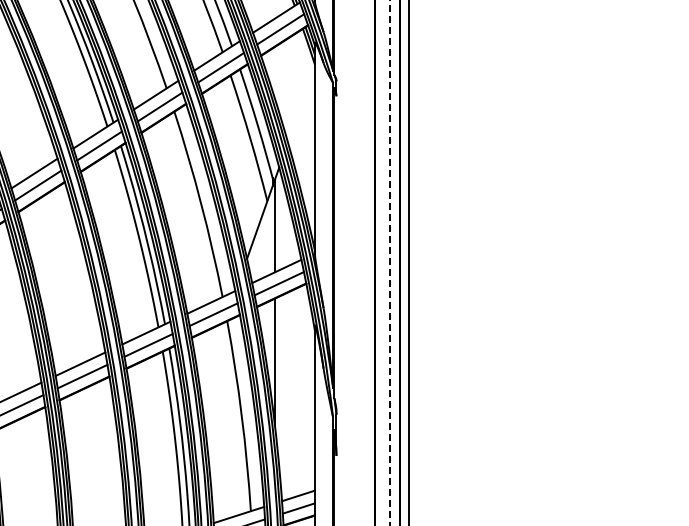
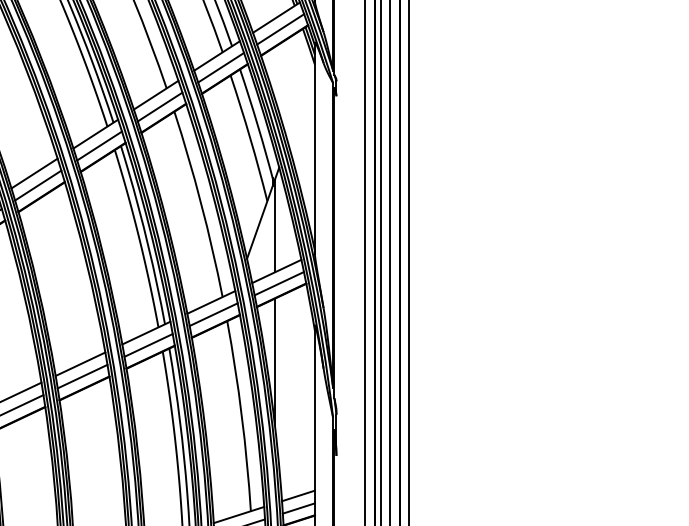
line at (364, 262): none -> present
line at (381, 262): none -> present
line at (389, 263): dashed -> solid
